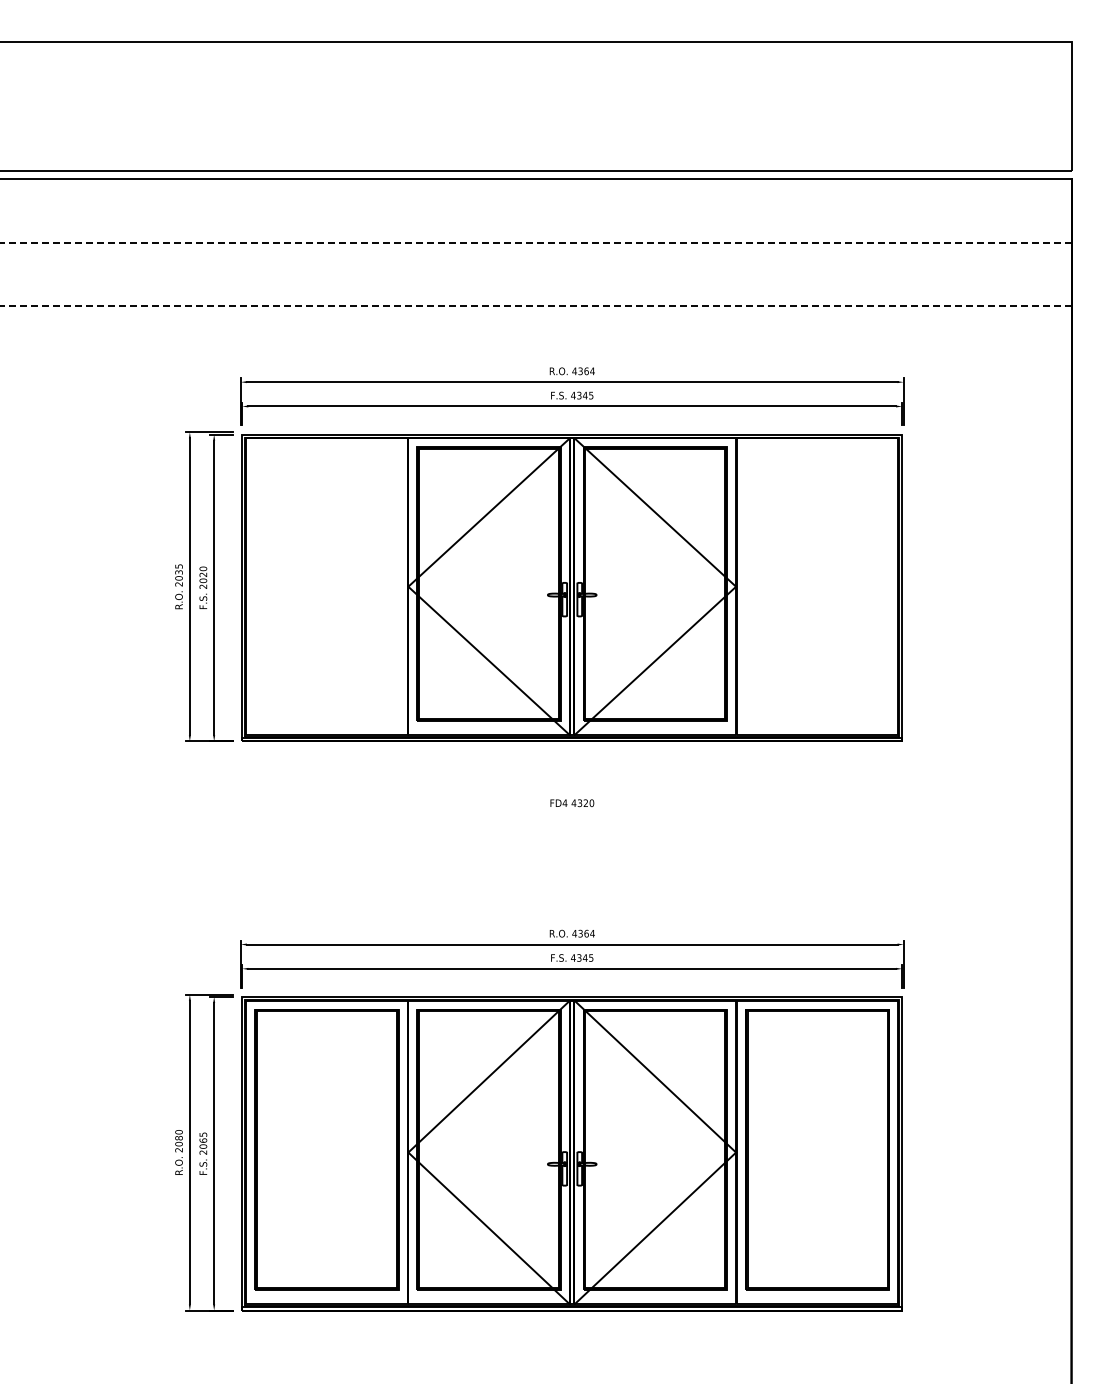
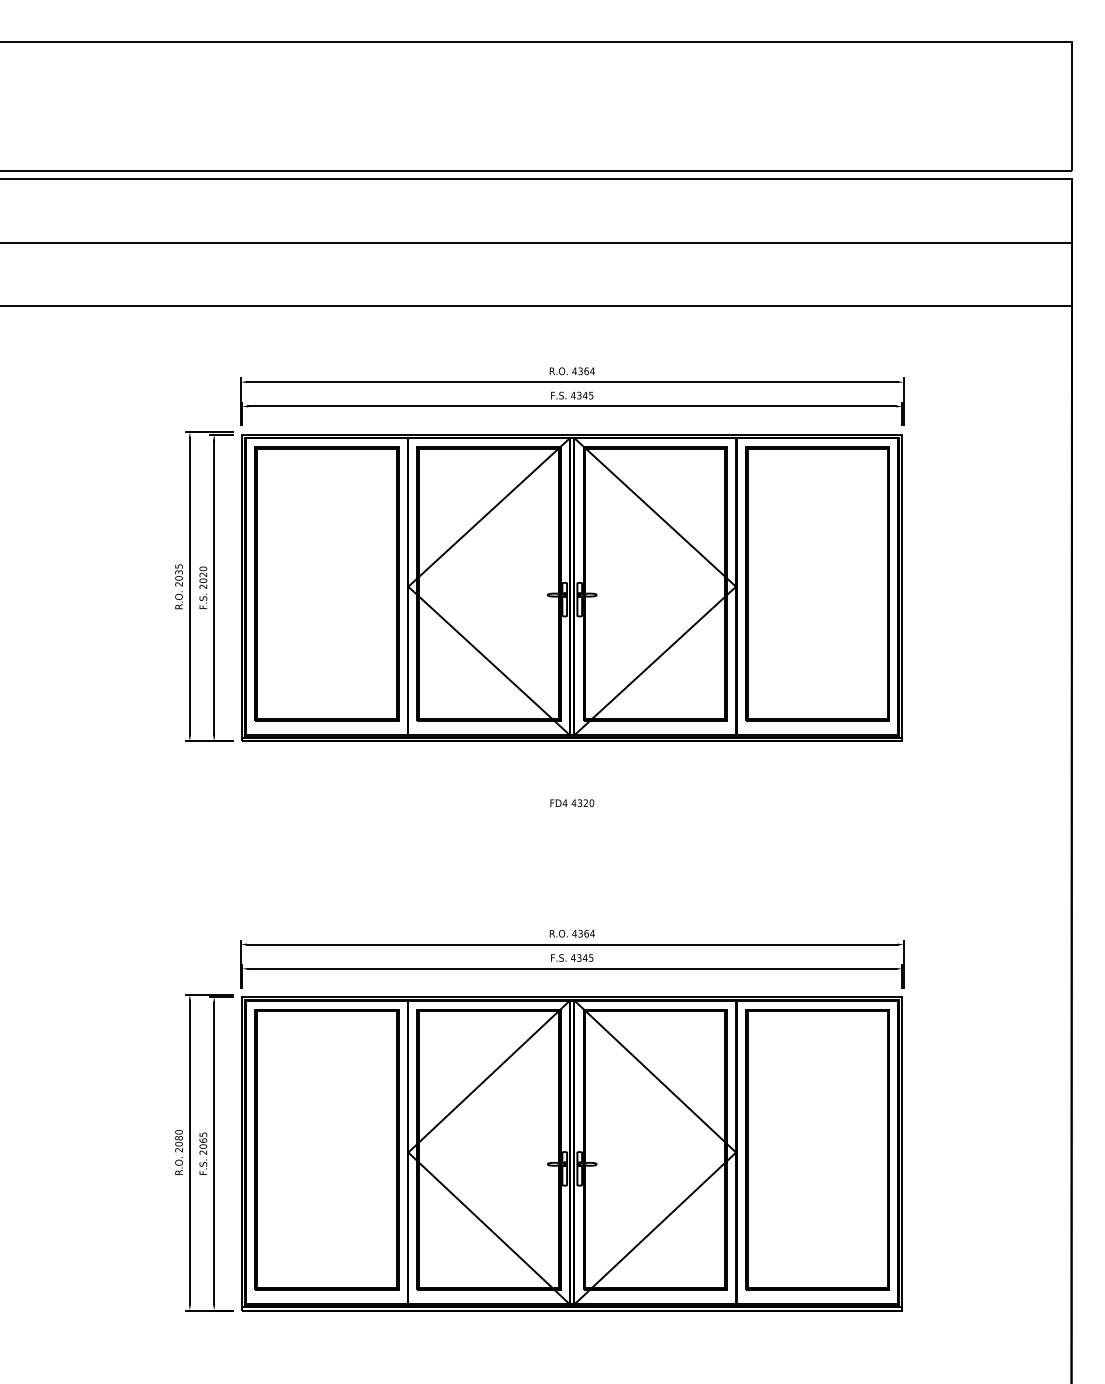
line at (535, 242): dashed -> solid
line at (536, 306): dashed -> solid
part at (326, 583): none -> present
part at (817, 583): none -> present
